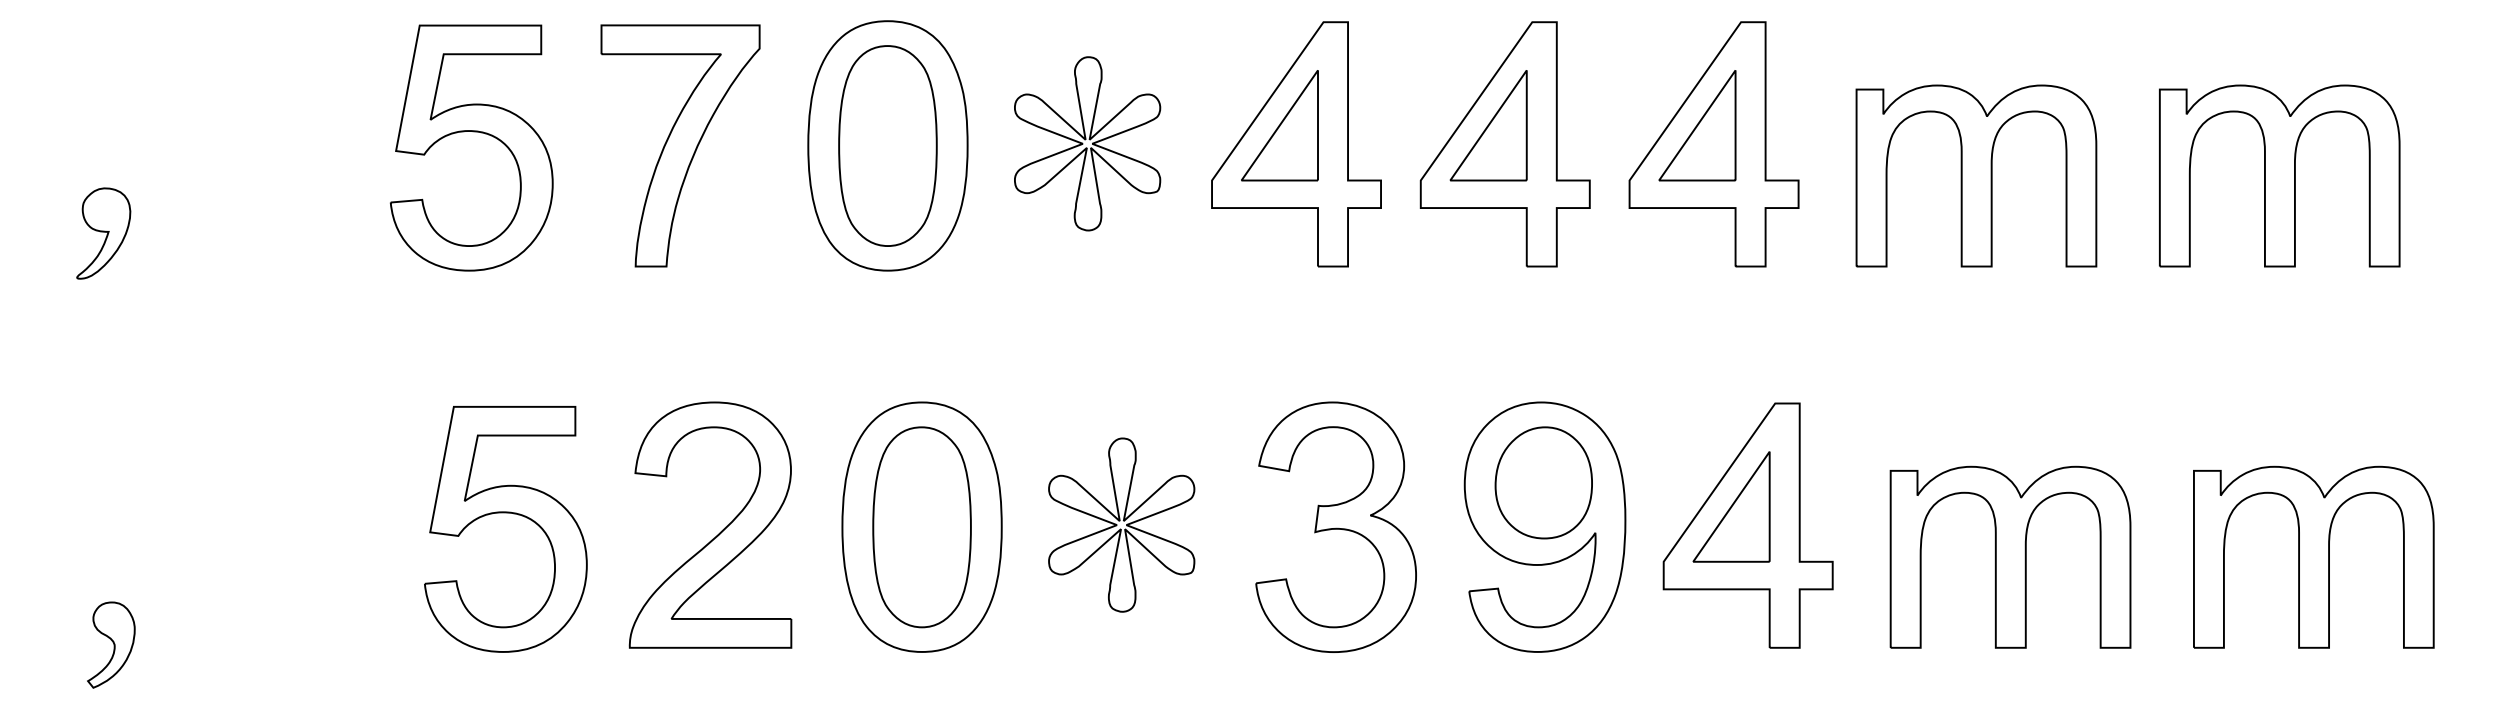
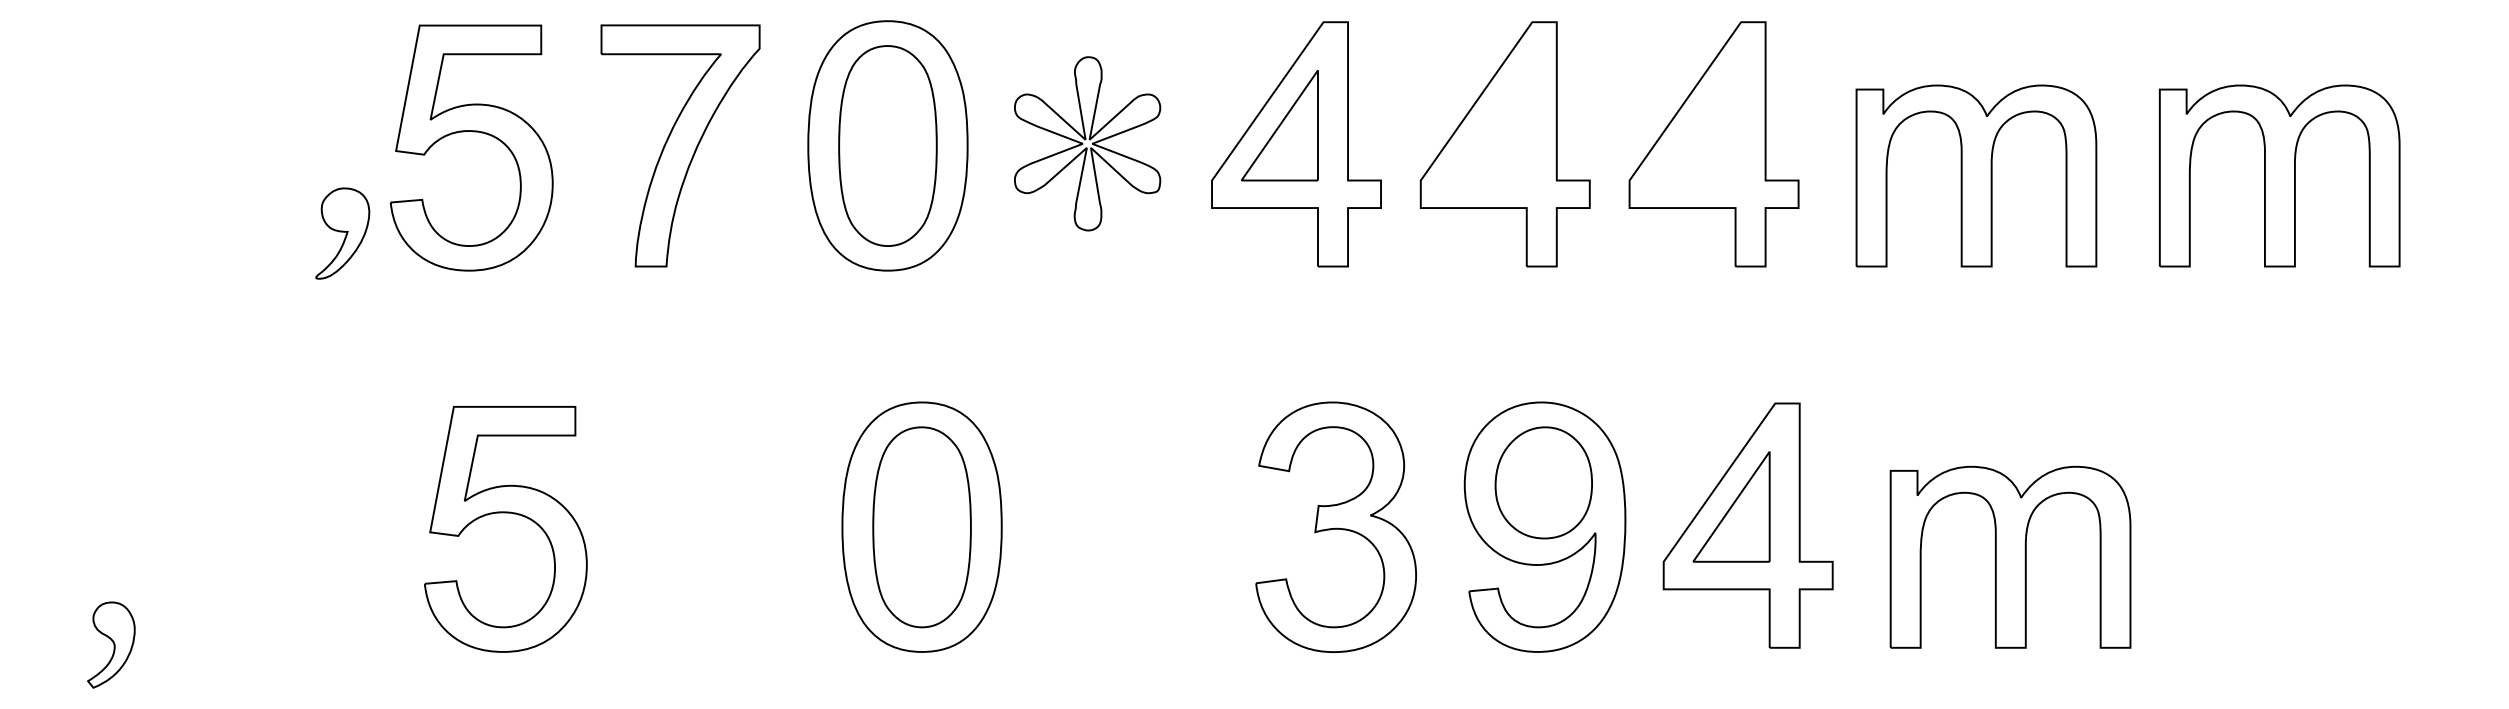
part at (1488, 125): present -> none
part at (1697, 125): present -> none
part at (103, 233) position: (103, 233) -> (342, 233)
part at (1121, 524): present -> none
part at (719, 532): present -> none
part at (2313, 556): present -> none
